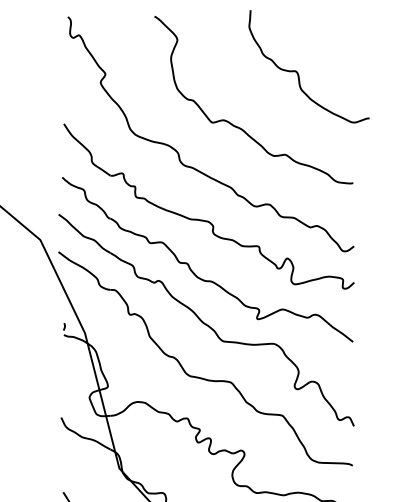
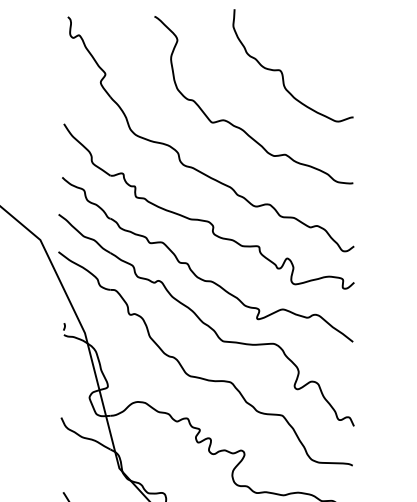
curve at (298, 72) position: (298, 72) -> (282, 71)
